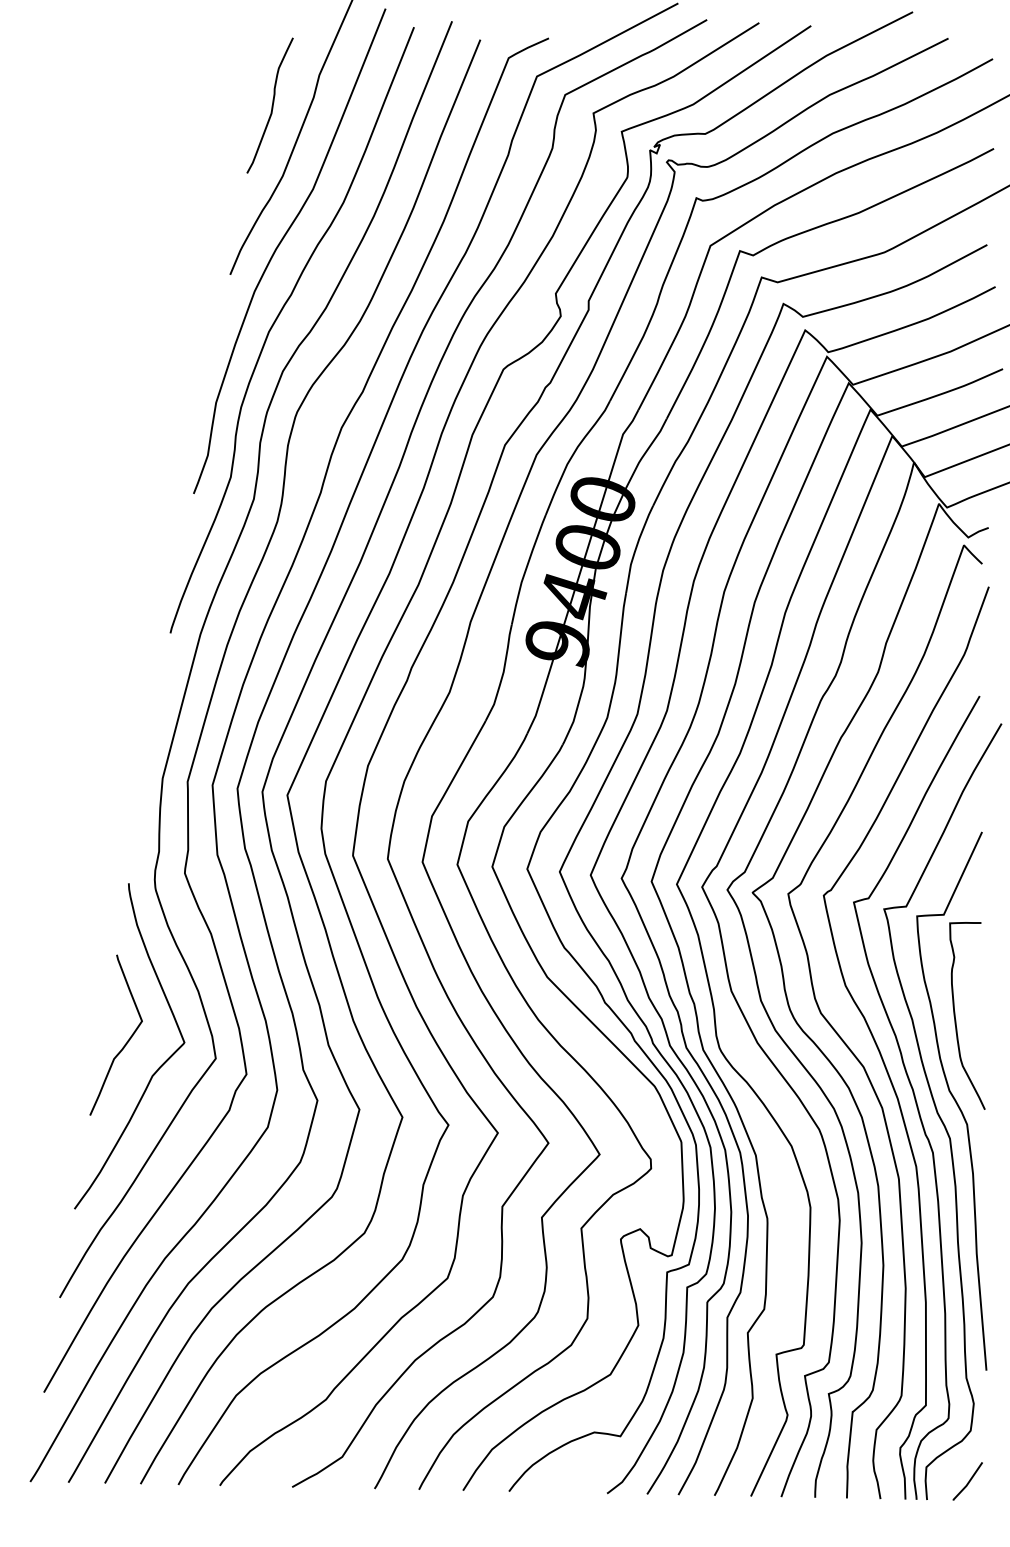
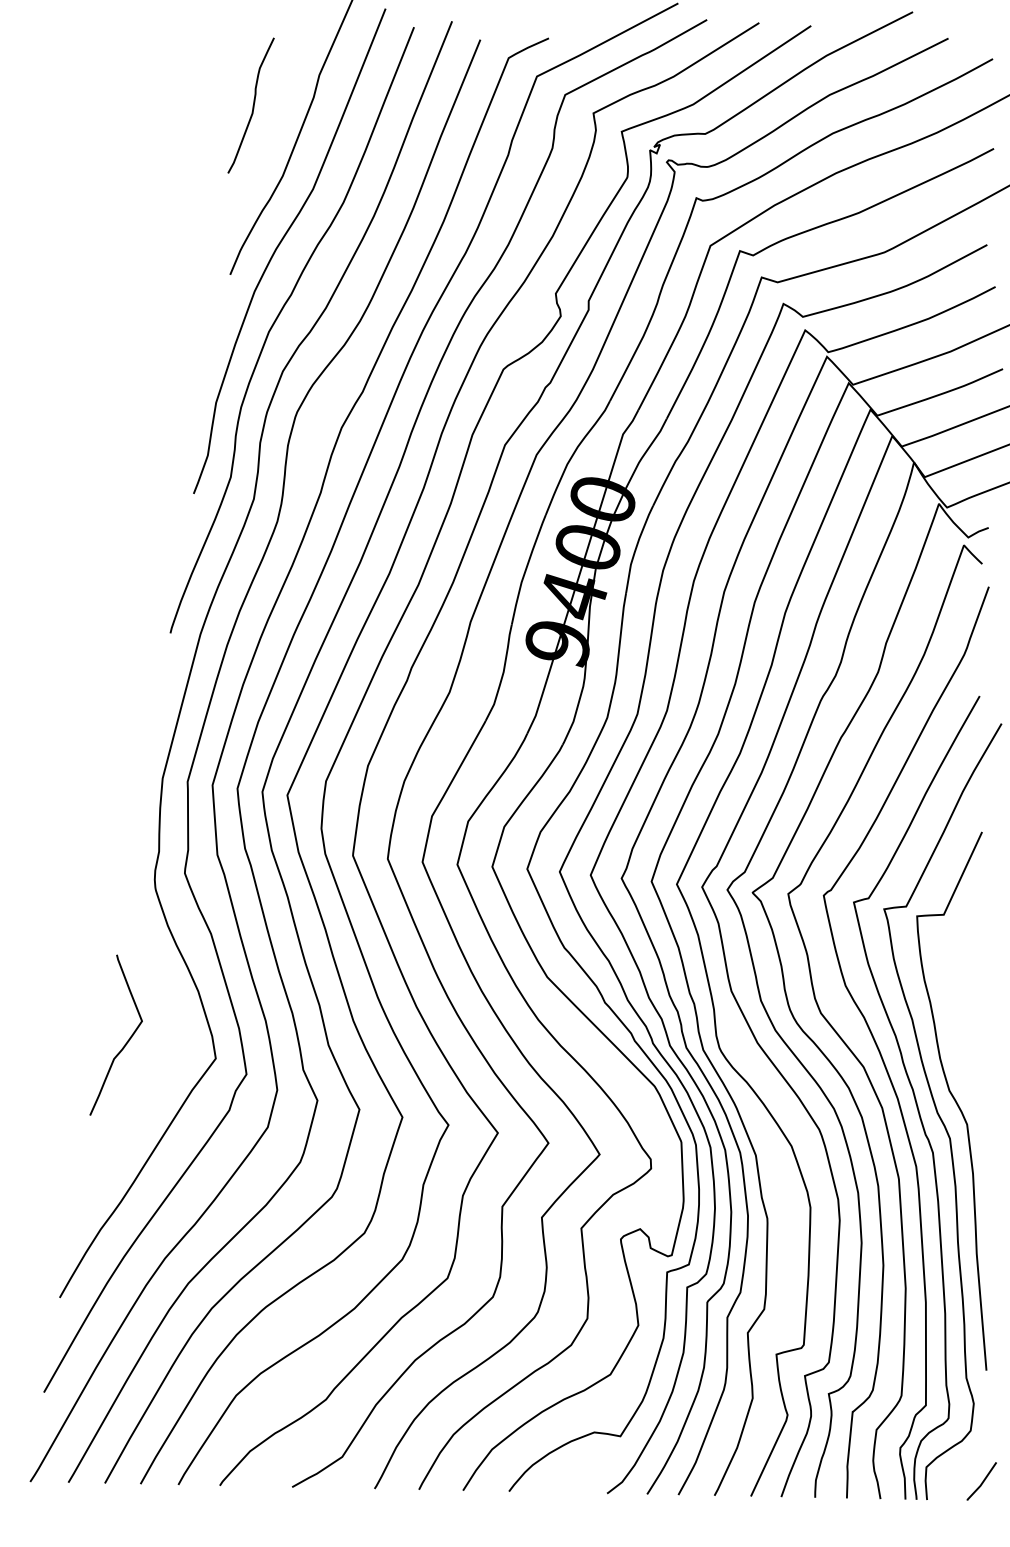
curve at (271, 105) position: (271, 105) -> (252, 105)
curve at (956, 1019): present -> none
curve at (158, 1067): present -> none
line at (968, 1481) position: (968, 1481) -> (982, 1481)
